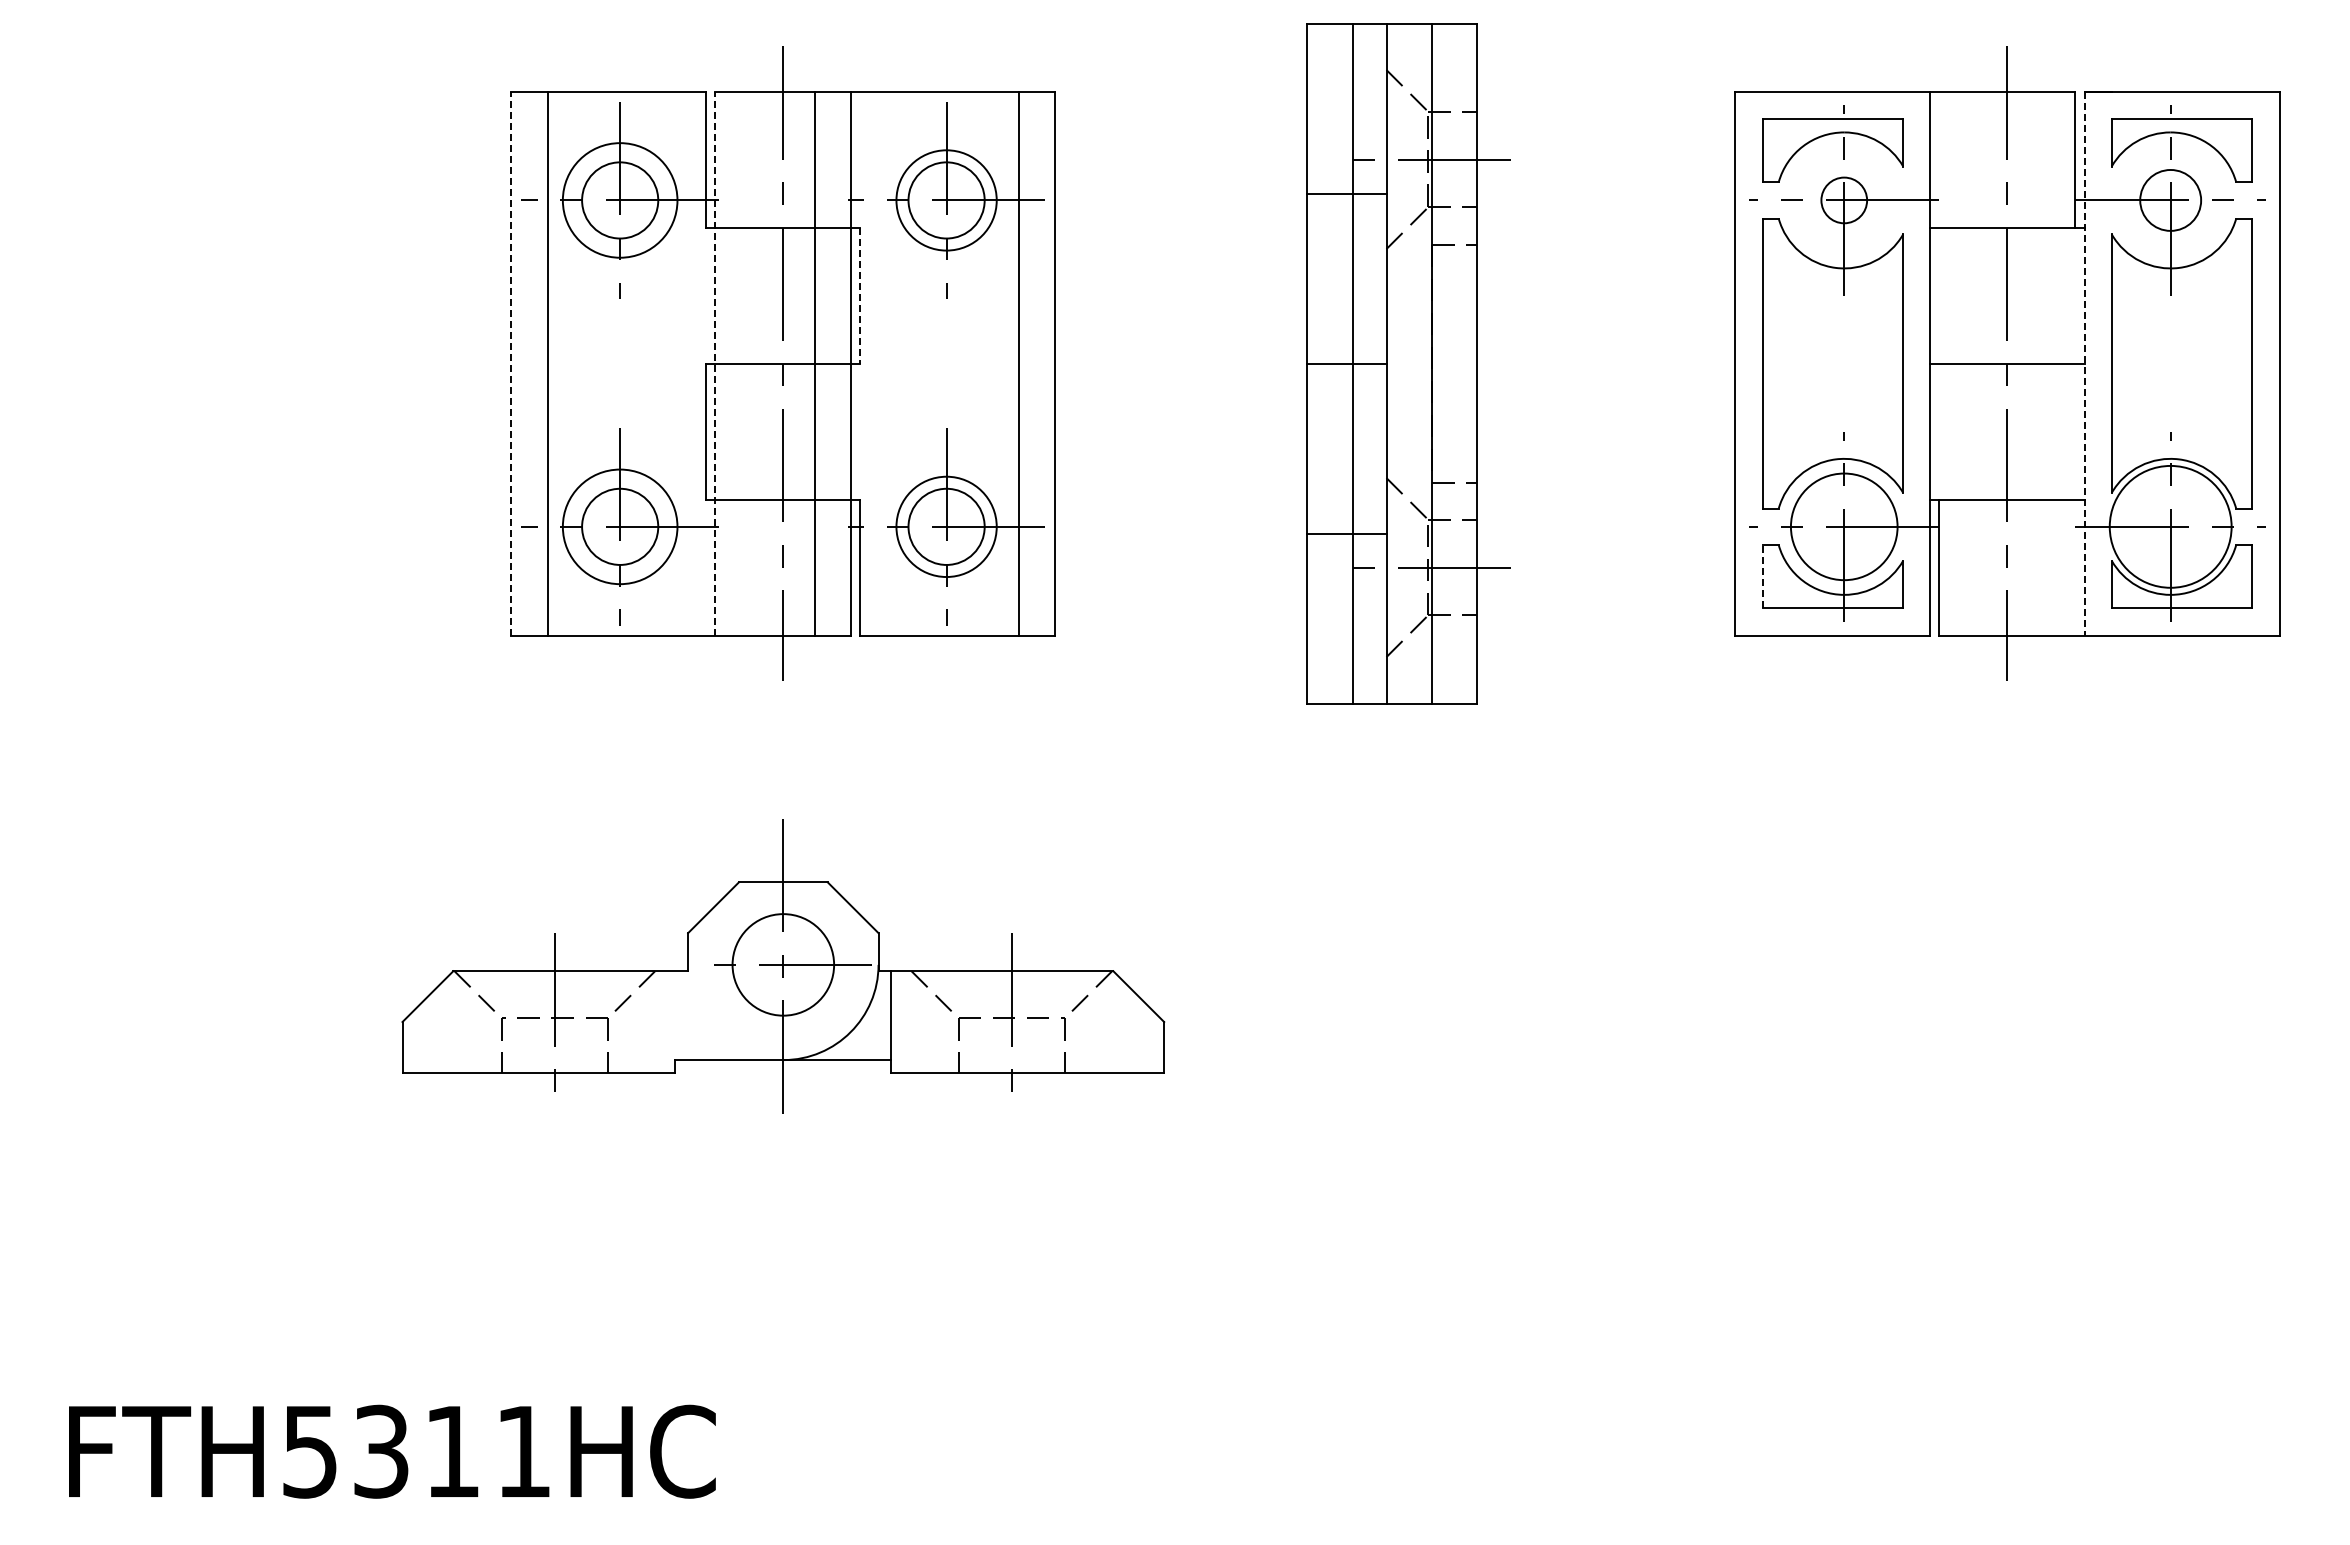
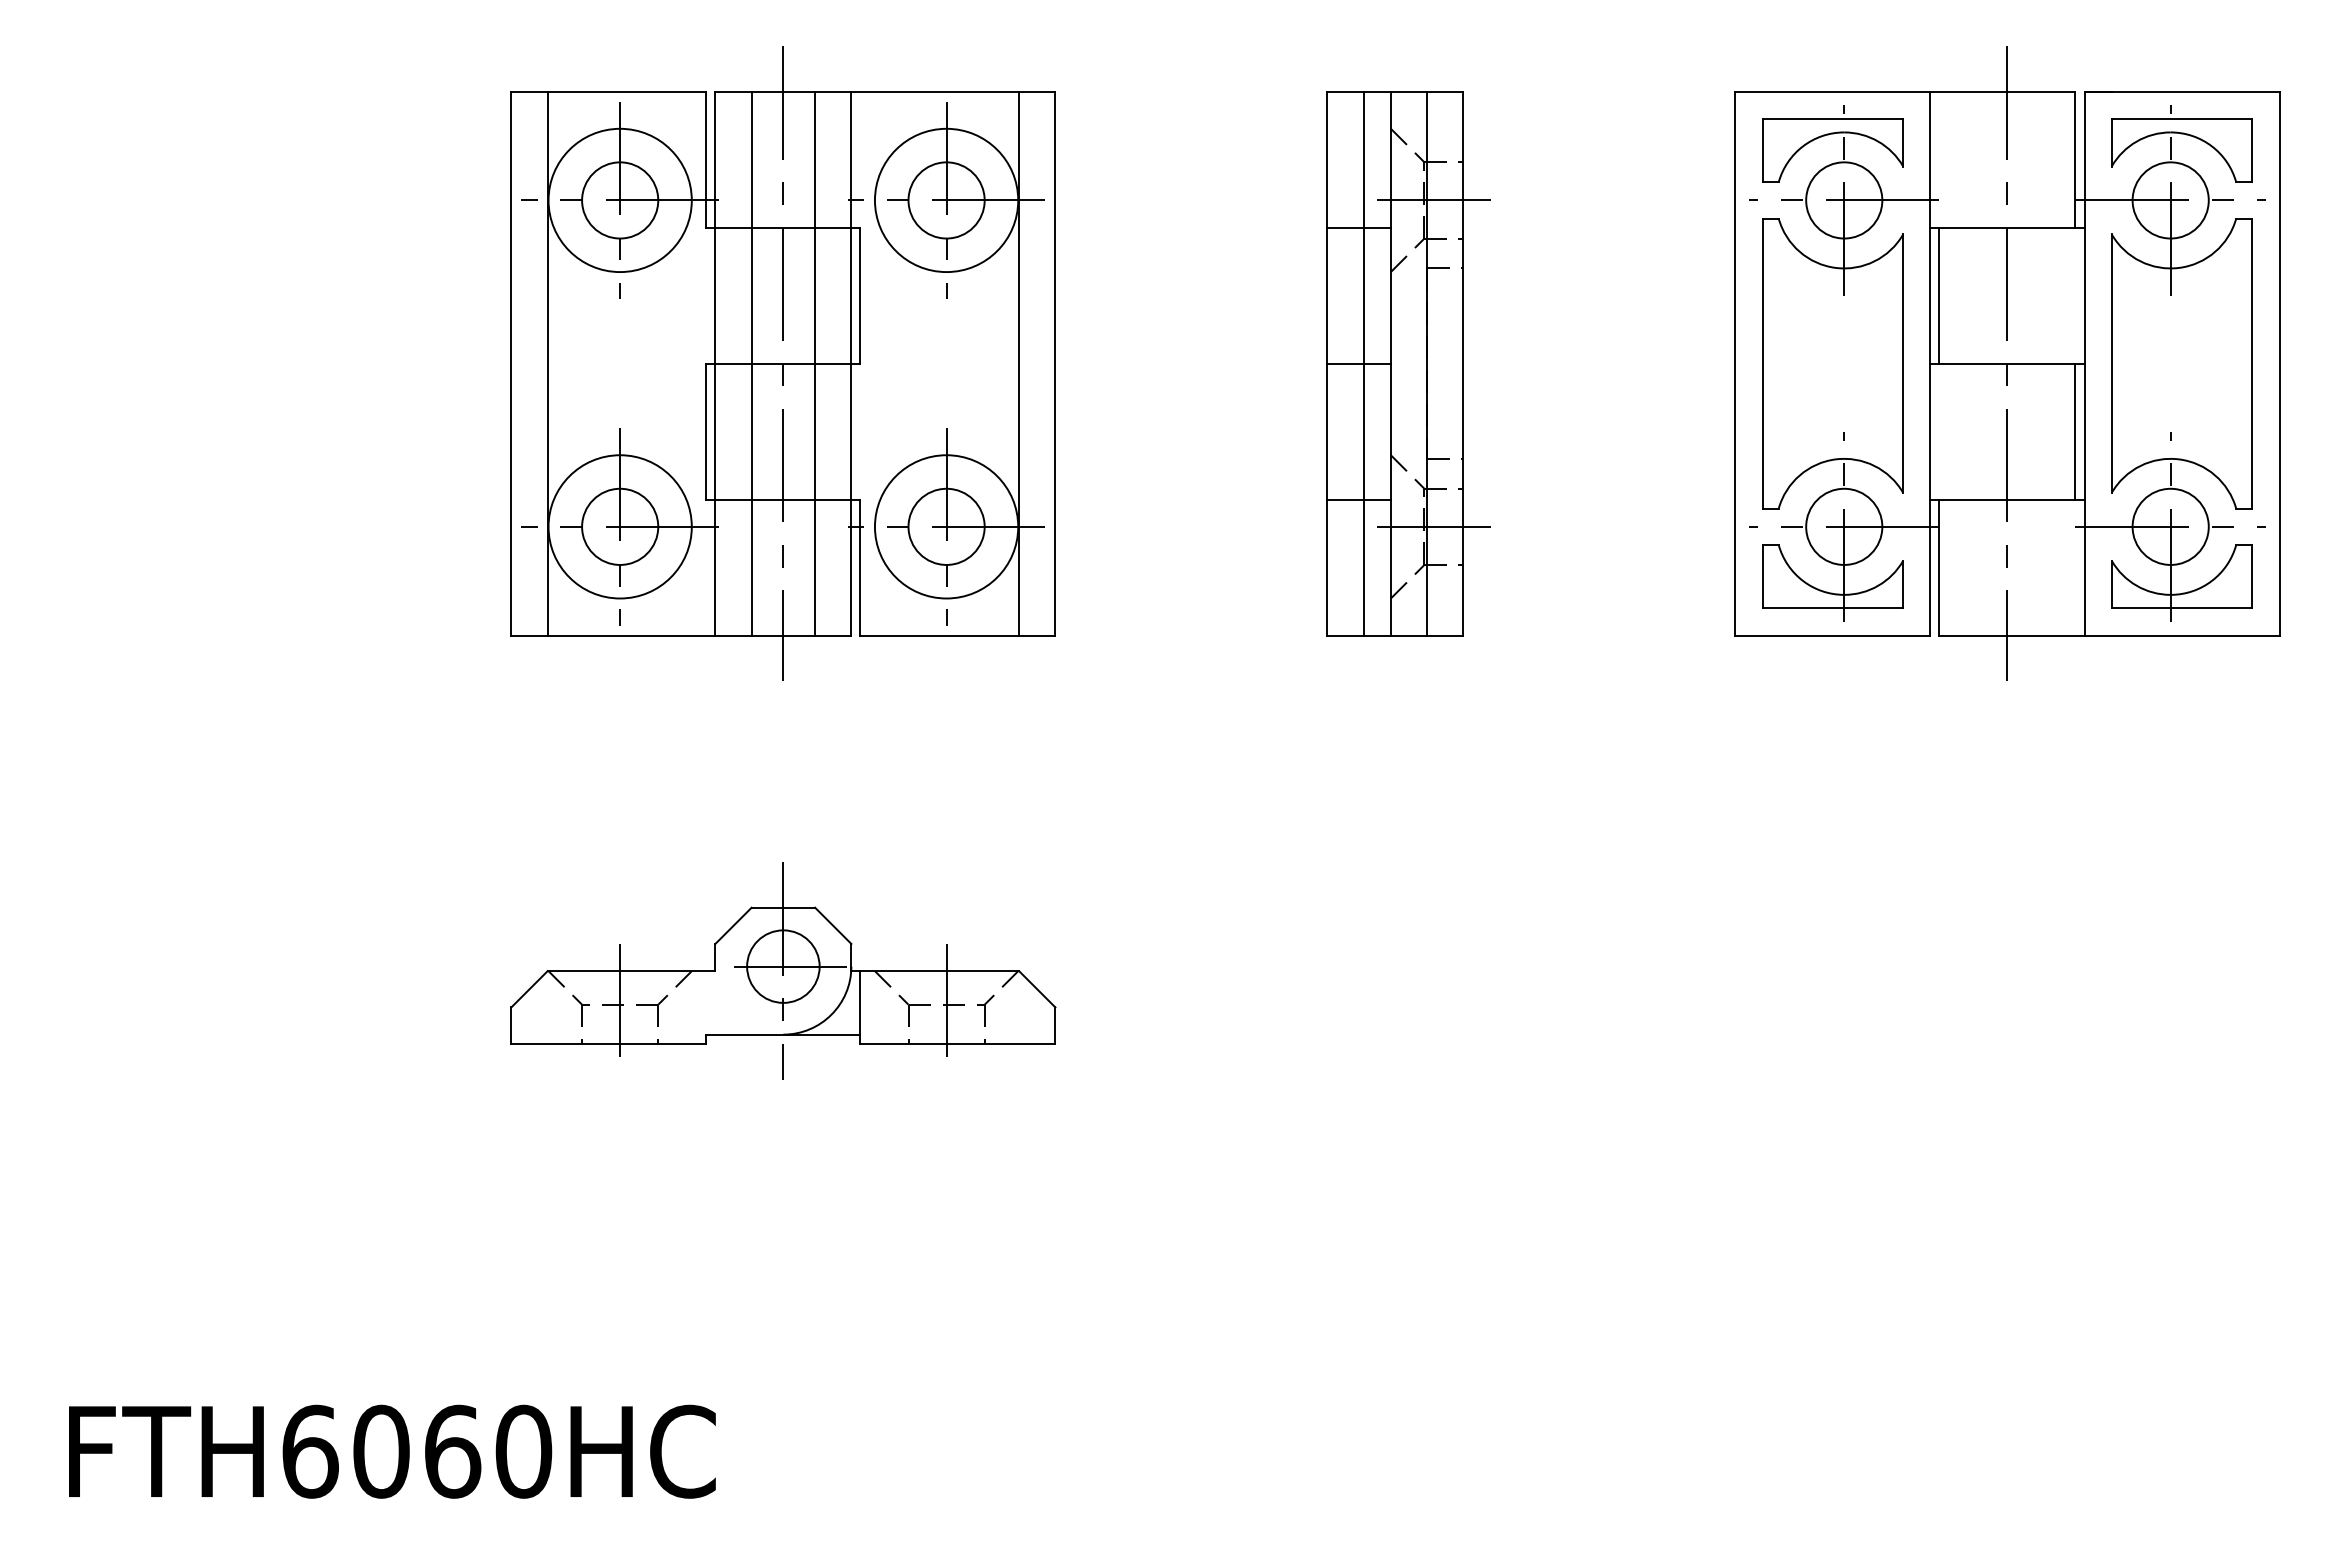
circle at (2170, 199) diameter: 61 px -> 76 px
circle at (619, 200) diameter: 115 px -> 143 px
circle at (946, 200) diameter: 100 px -> 143 px
circle at (1844, 200) diameter: 46 px -> 76 px
line at (1939, 295): none -> present
line at (860, 296): dashed -> solid
line at (511, 363): dashed -> solid
line at (715, 363): dashed -> solid
line at (751, 363): none -> present
part at (1408, 363) size: 205x682 px -> 165x546 px
line at (2084, 364): dashed -> solid
line at (2075, 431): none -> present
circle at (619, 526) diameter: 115 px -> 143 px
circle at (946, 526) diameter: 100 px -> 143 px
circle at (1843, 526) diameter: 107 px -> 76 px
circle at (2170, 526) diameter: 122 px -> 76 px
line at (1762, 576): dashed -> solid
part at (783, 966) size: 765x295 px -> 547x218 px
text at (417, 1451): FTH5311HC -> FTH6060HC
